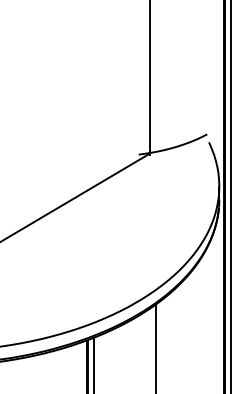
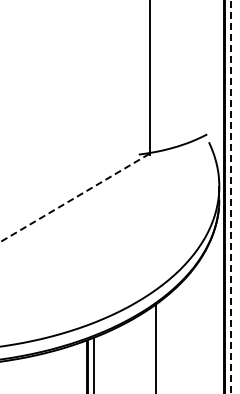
line at (231, 197): solid -> dashed
line at (74, 198): solid -> dashed
